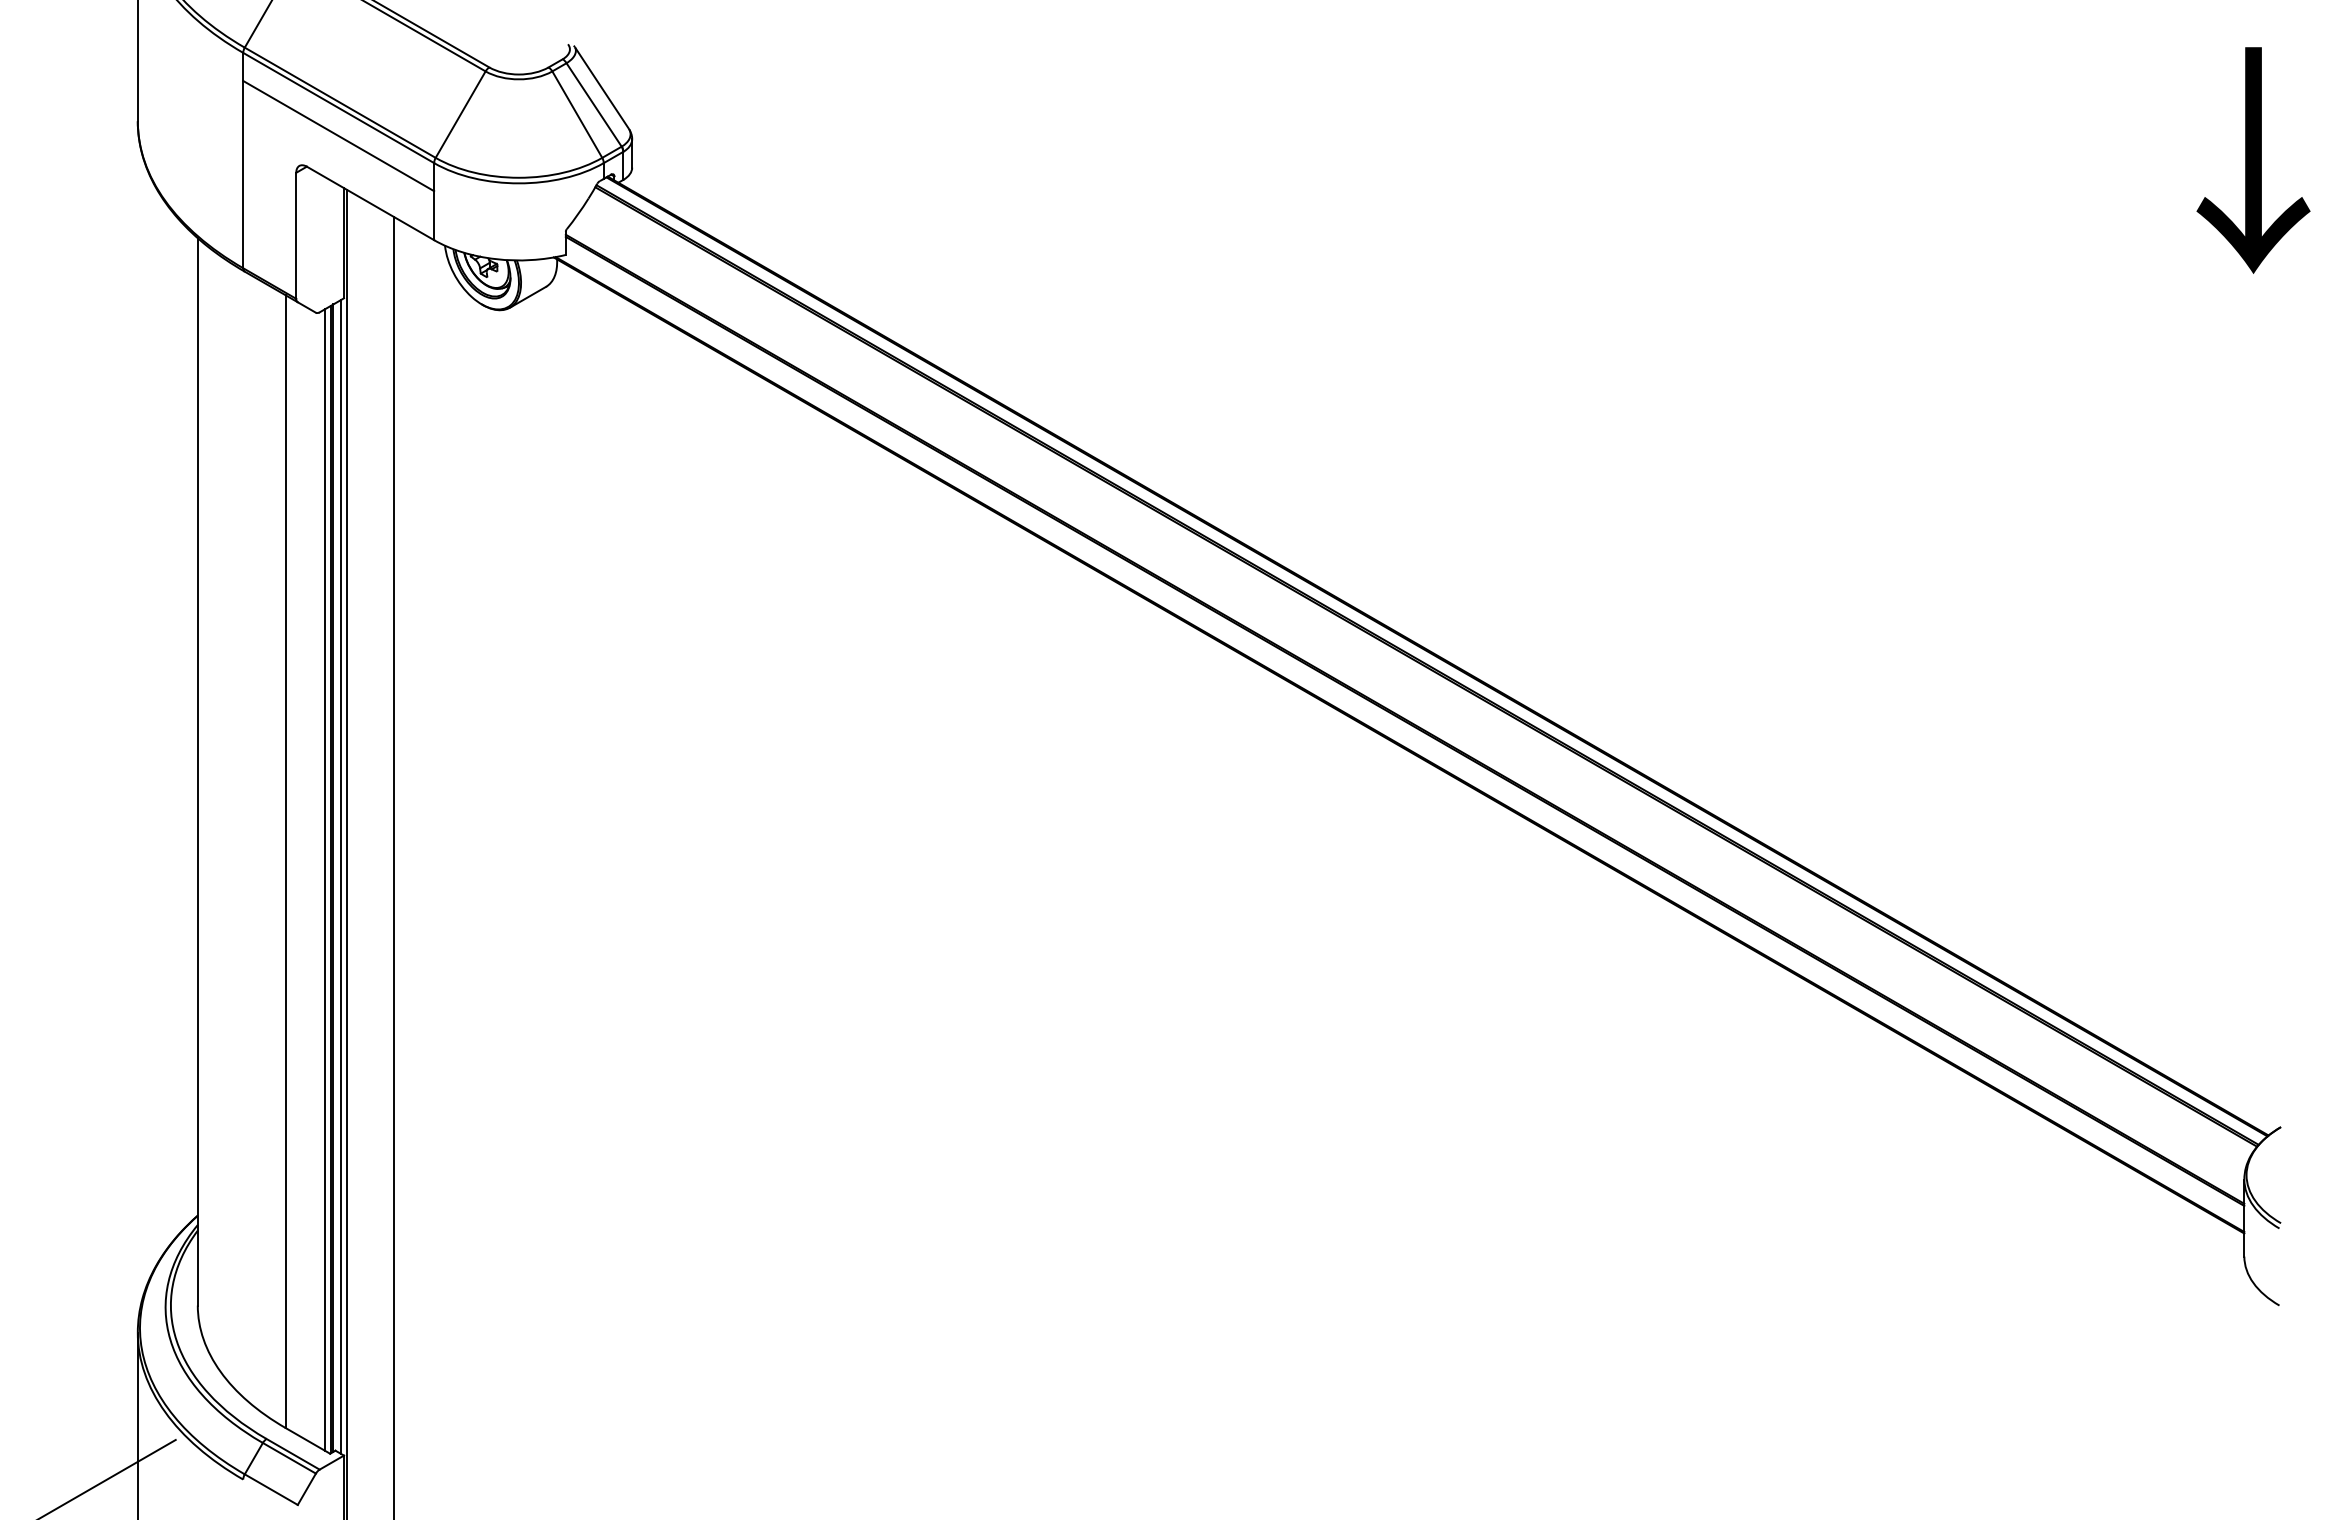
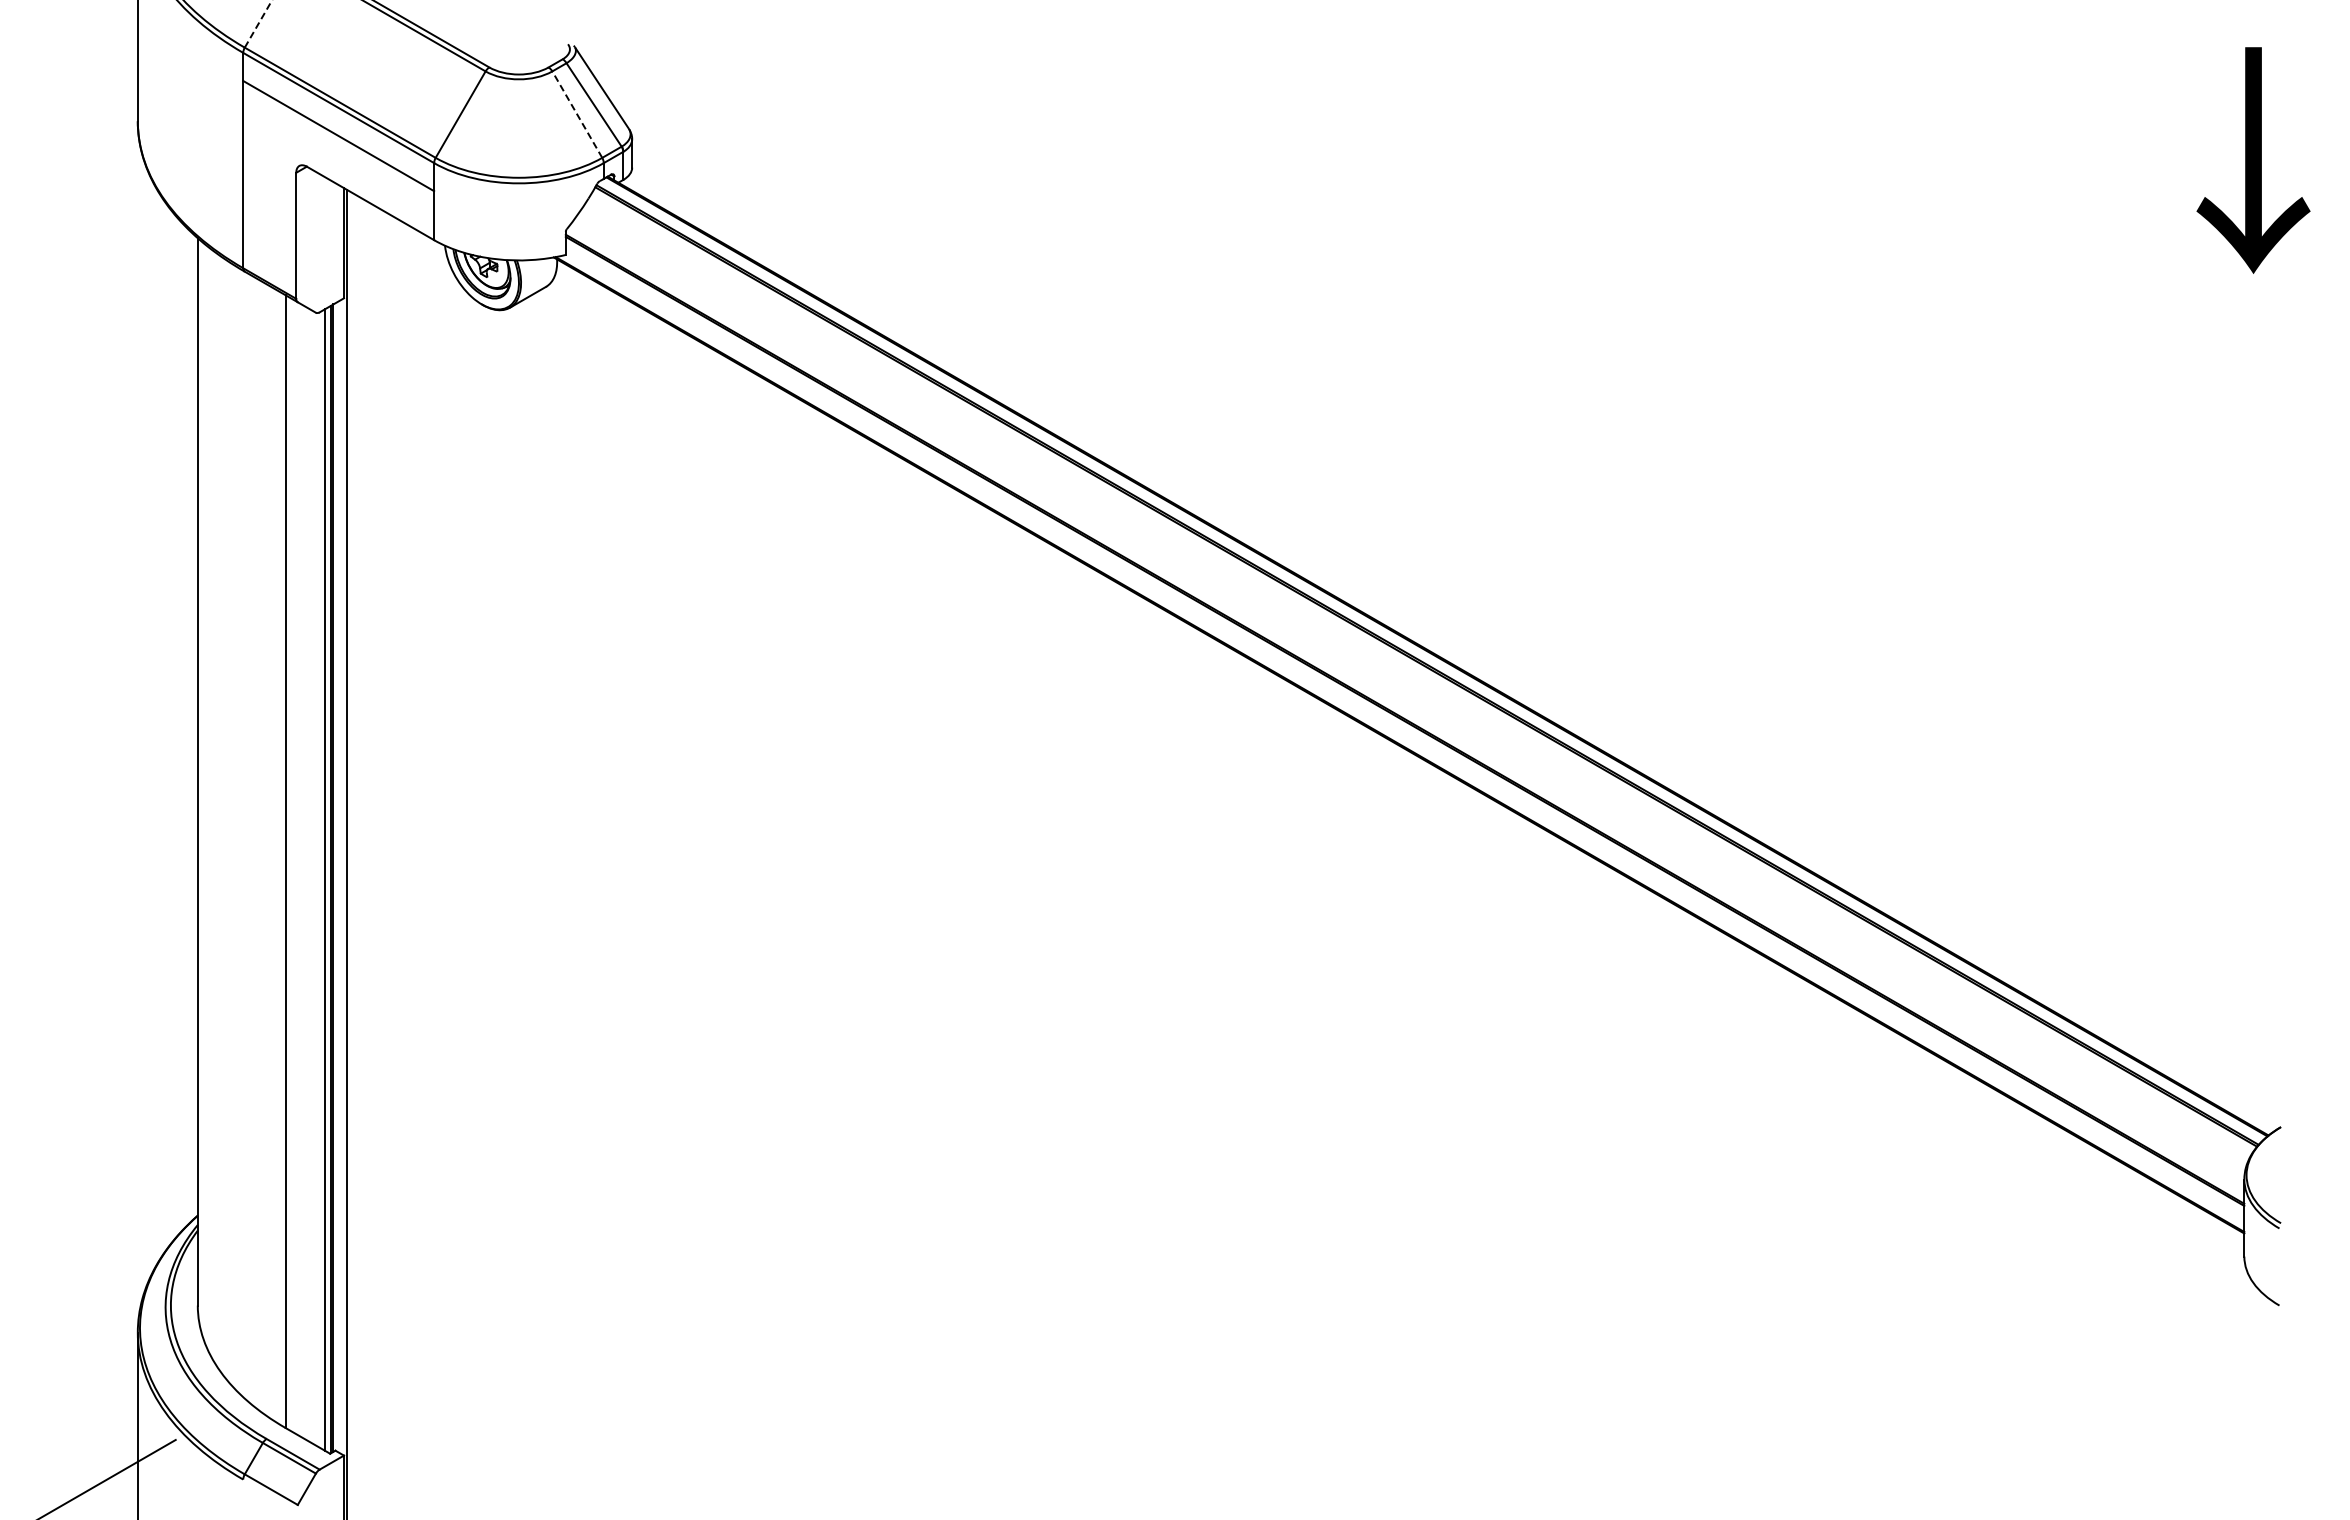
line at (258, 23): solid -> dashed
line at (577, 114): solid -> dashed
line at (394, 866): present -> none
line at (340, 876): present -> none
